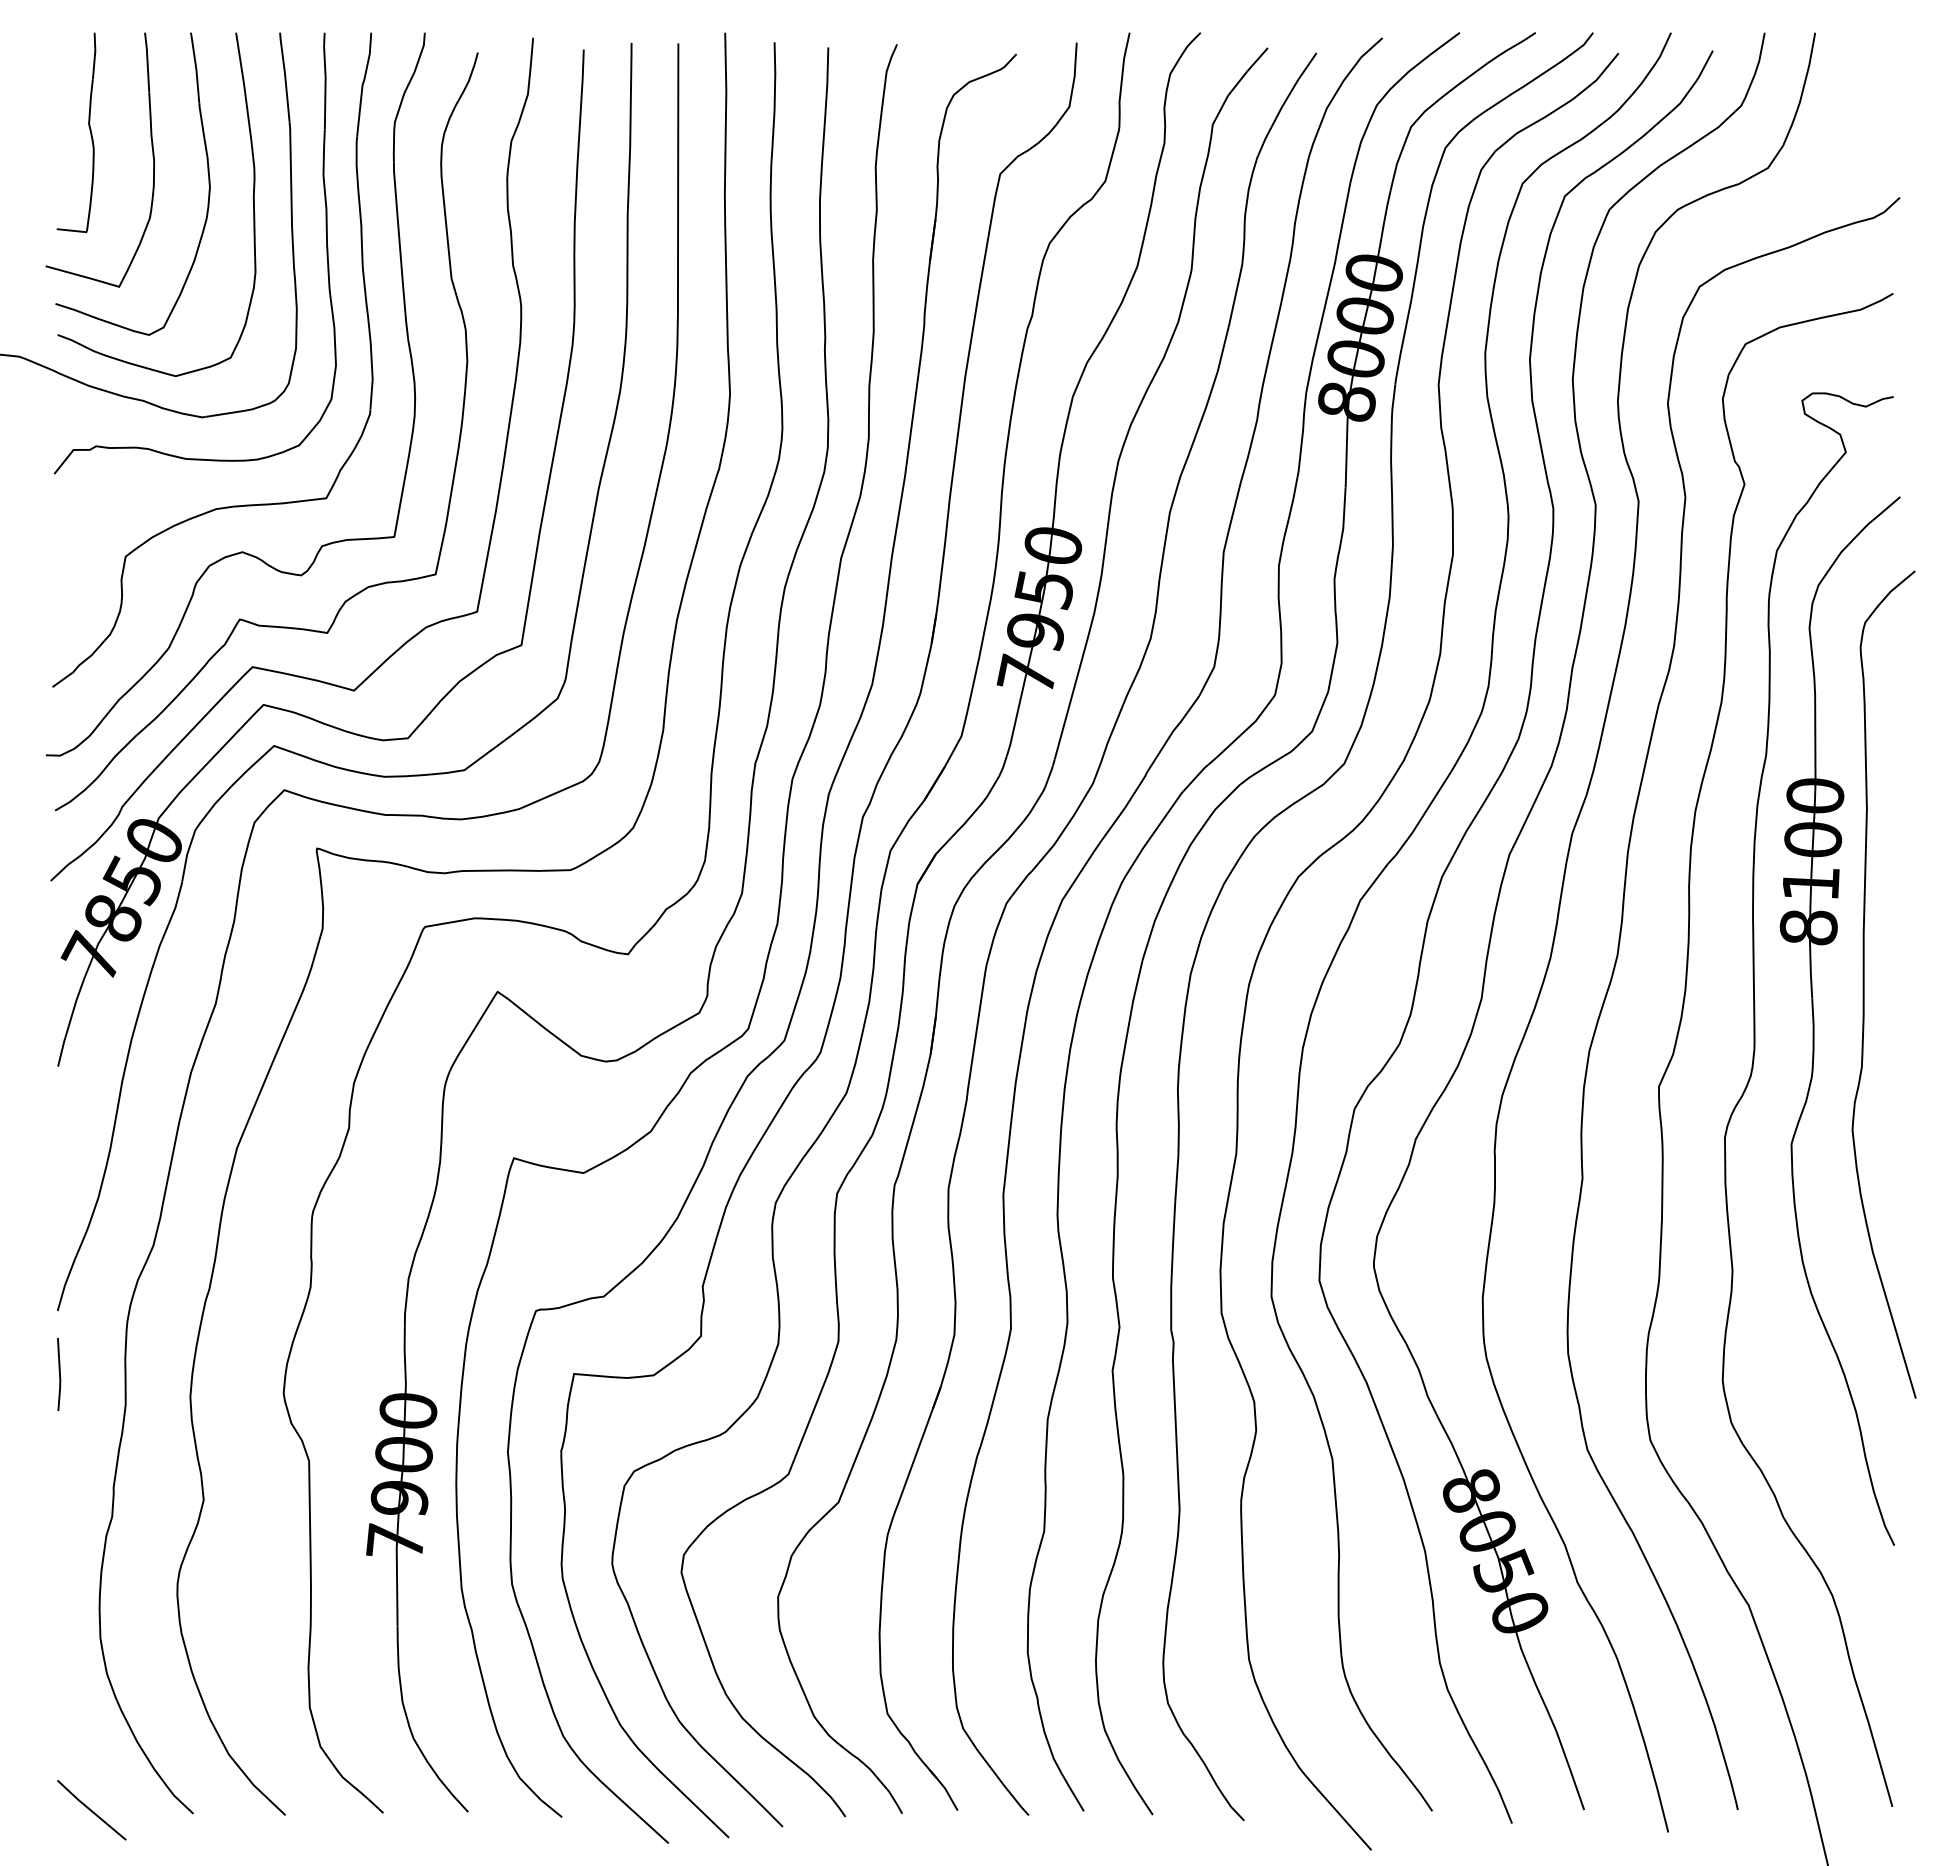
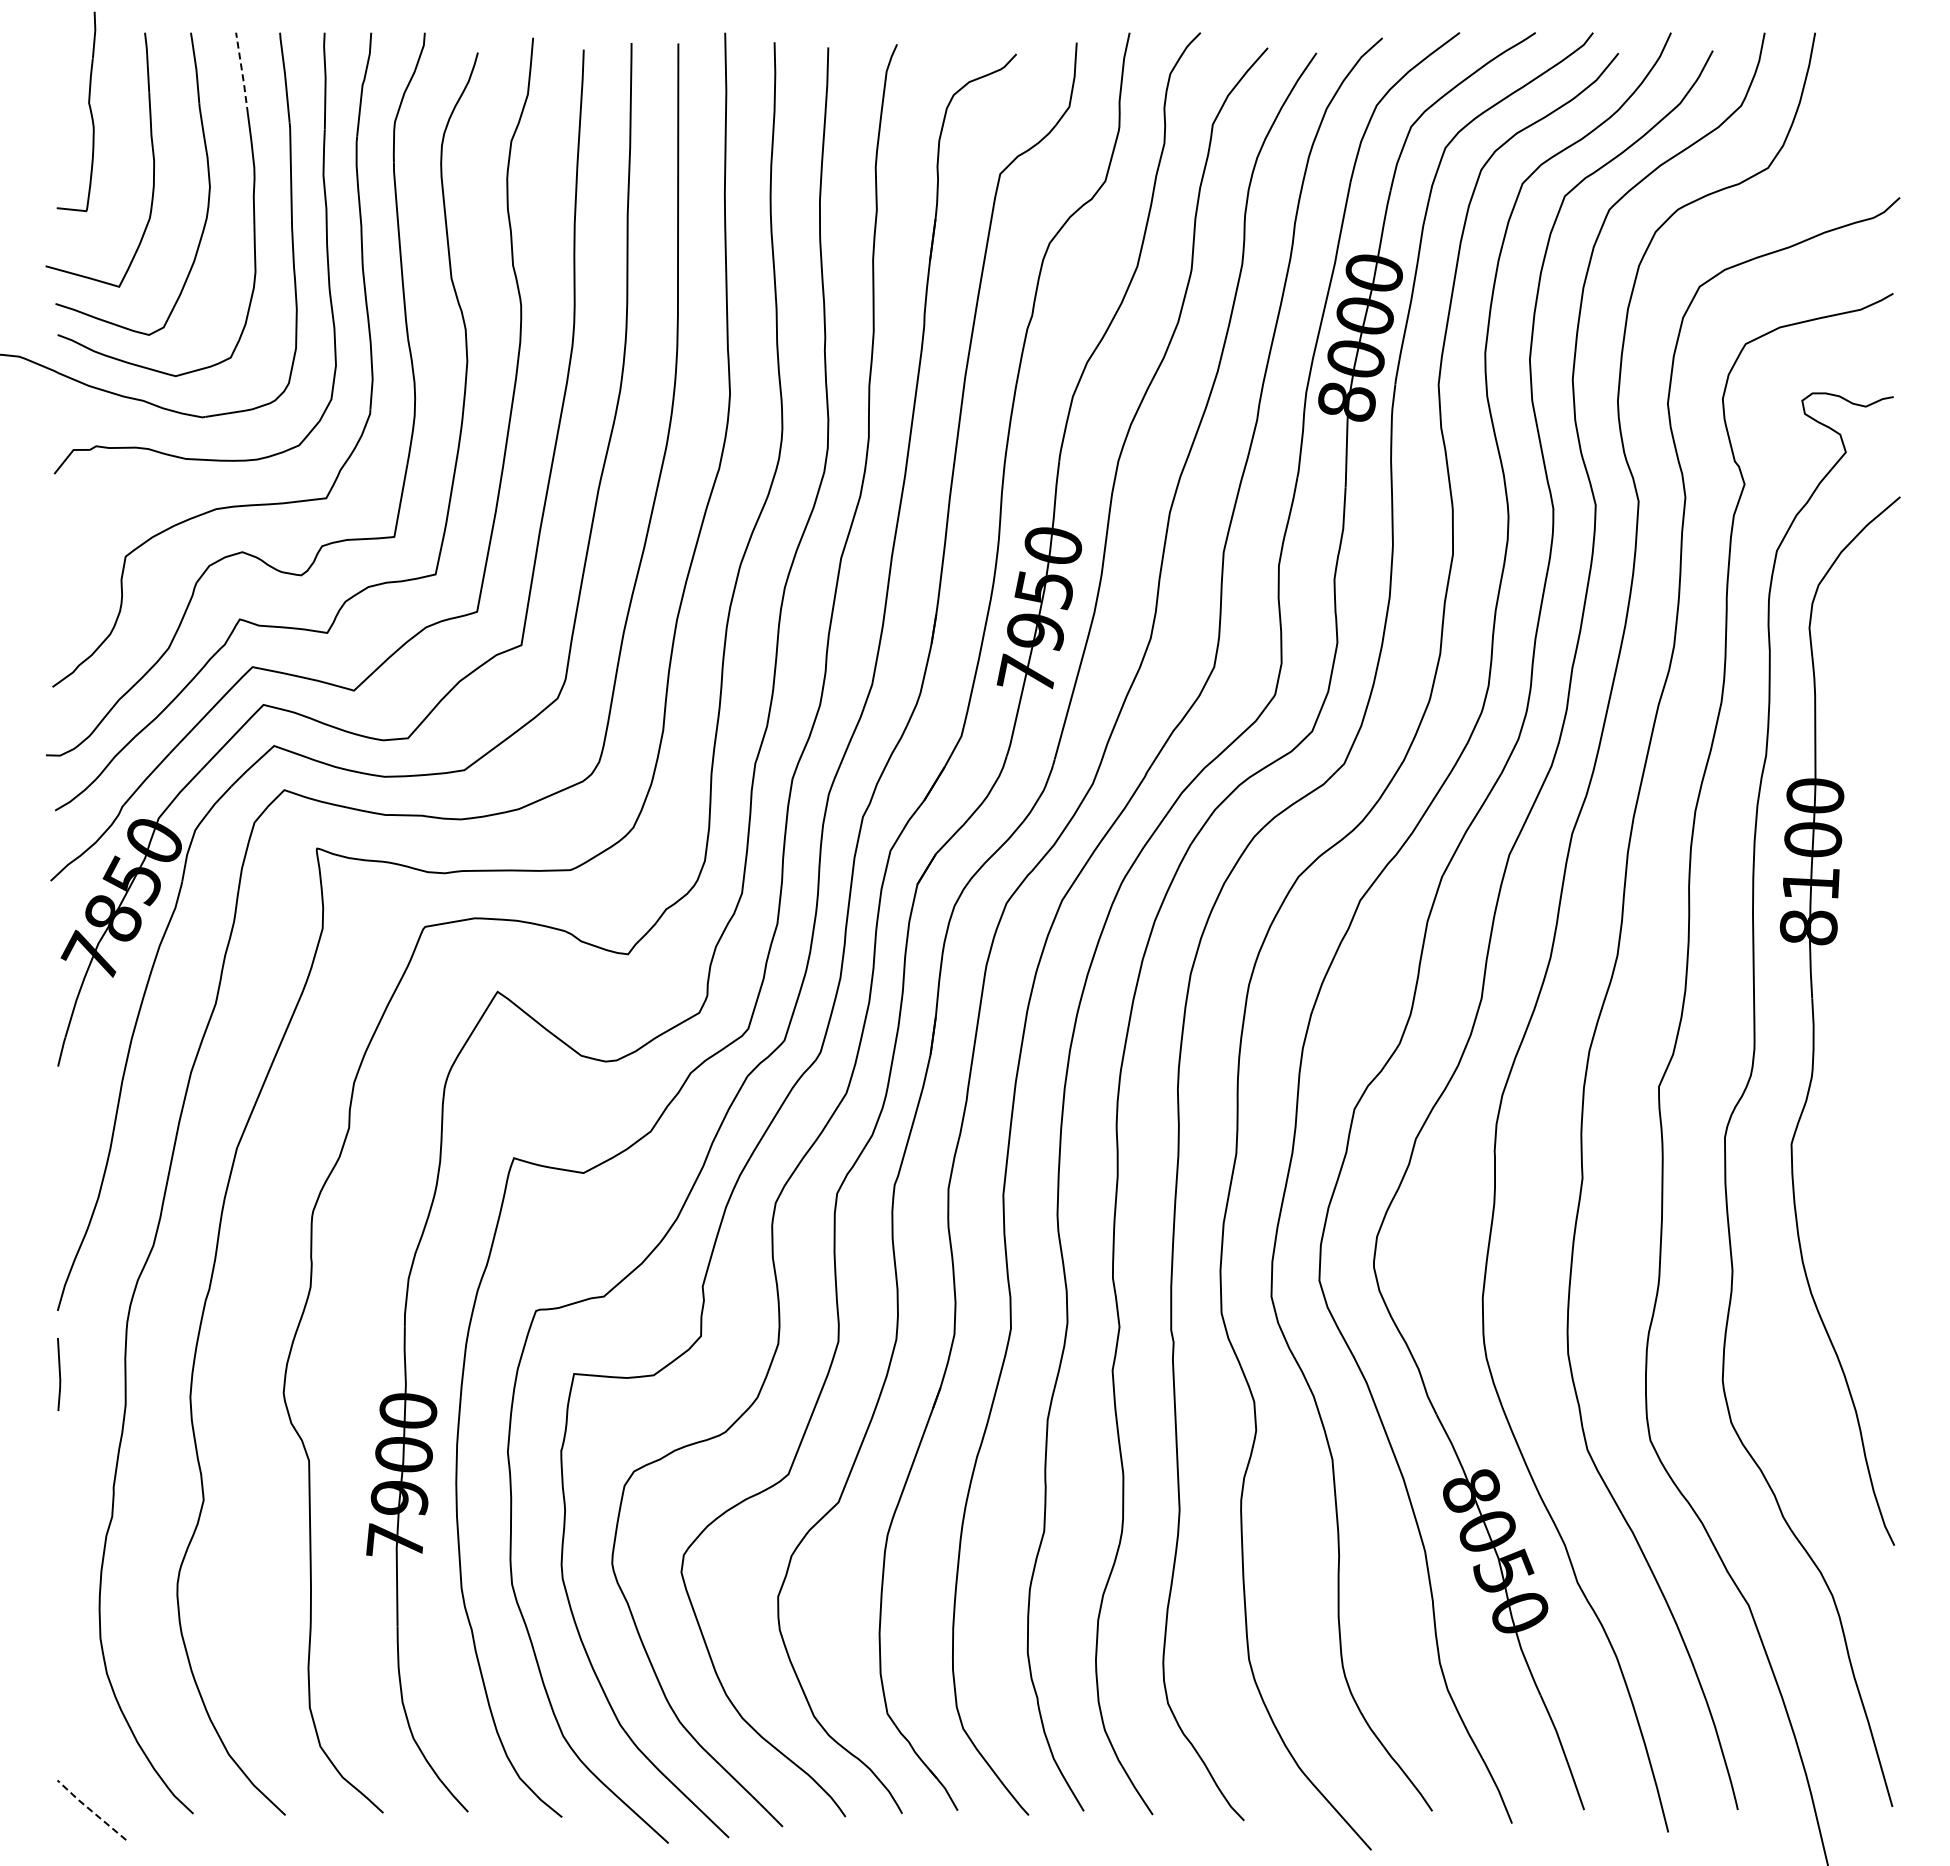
line at (242, 73): solid -> dashed
part at (89, 131) position: (89, 131) -> (89, 110)
curve at (1864, 984): present -> none
line at (90, 1810): solid -> dashed
